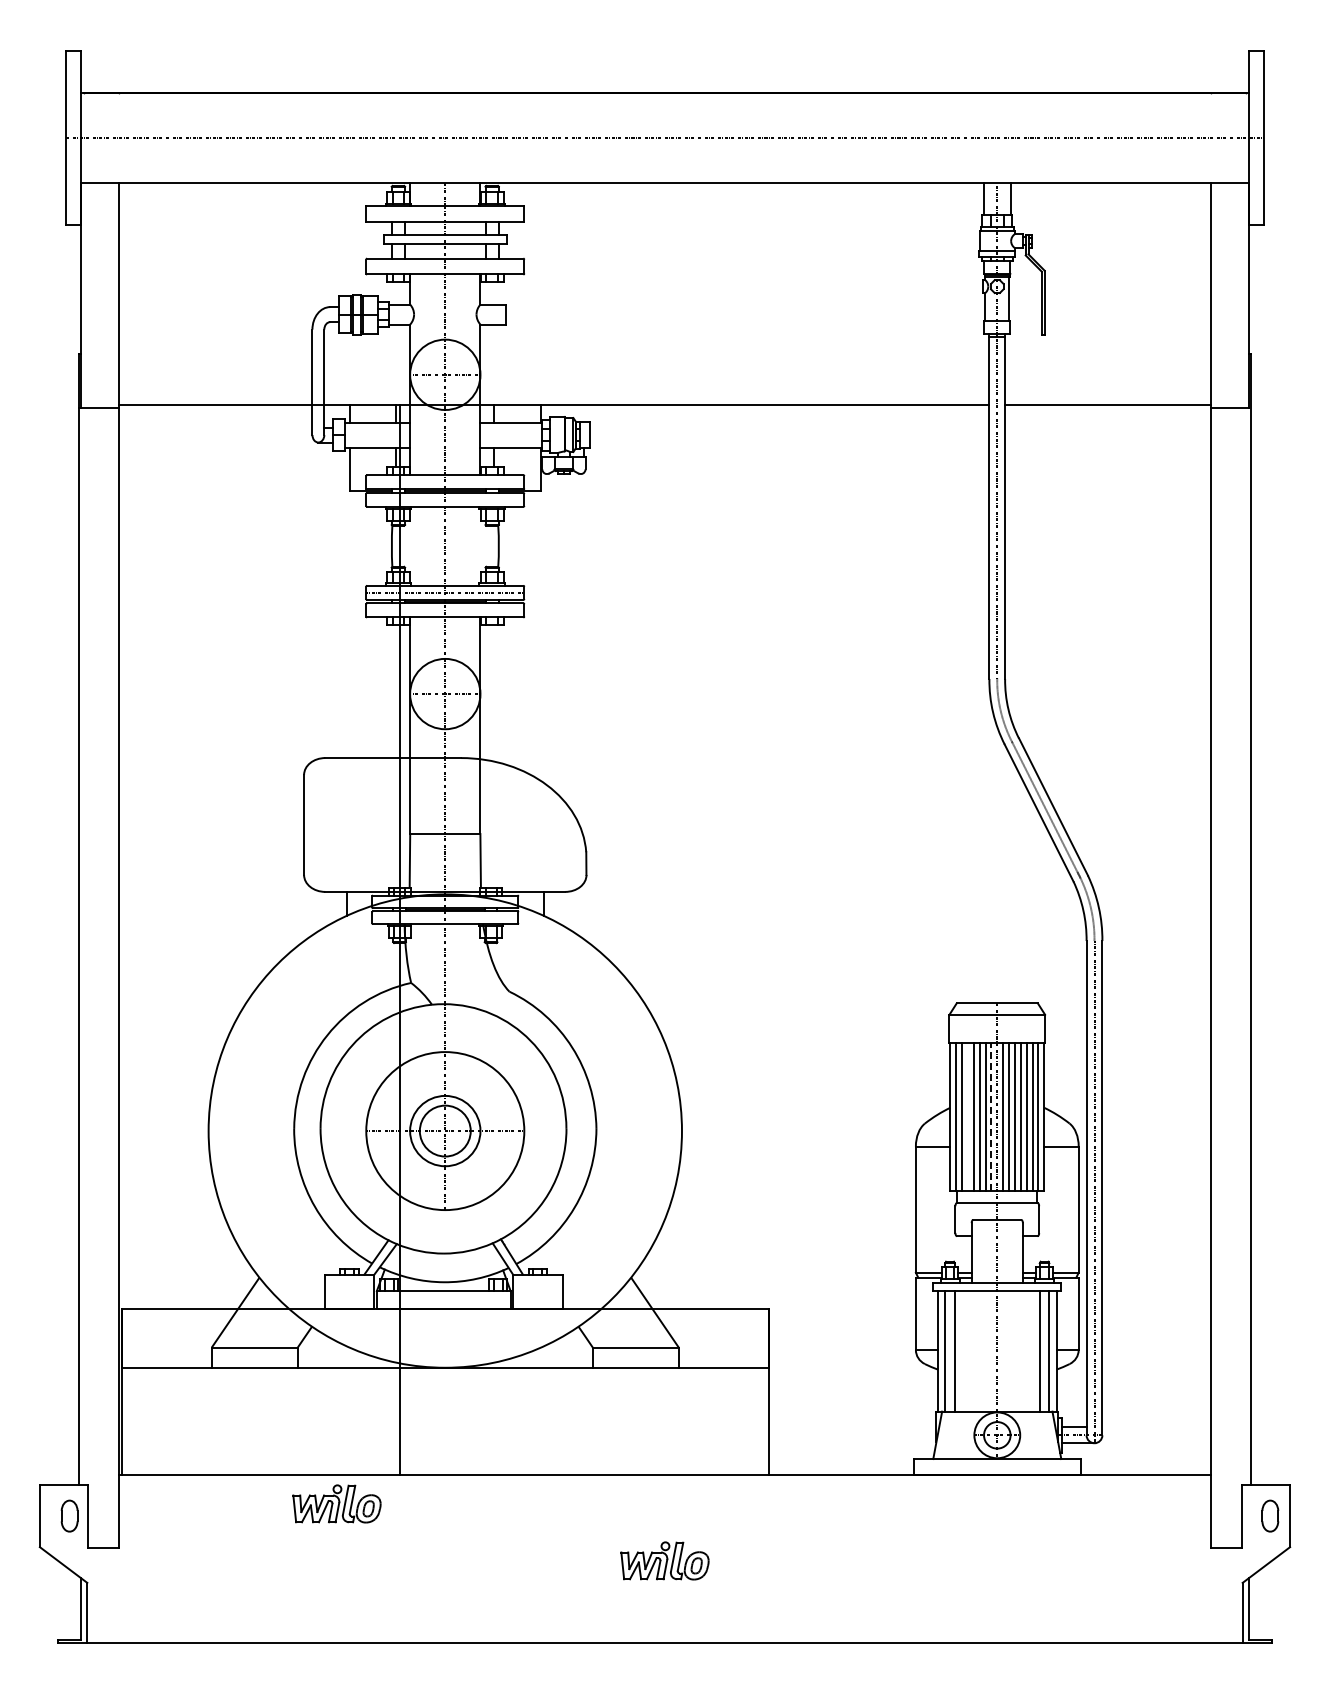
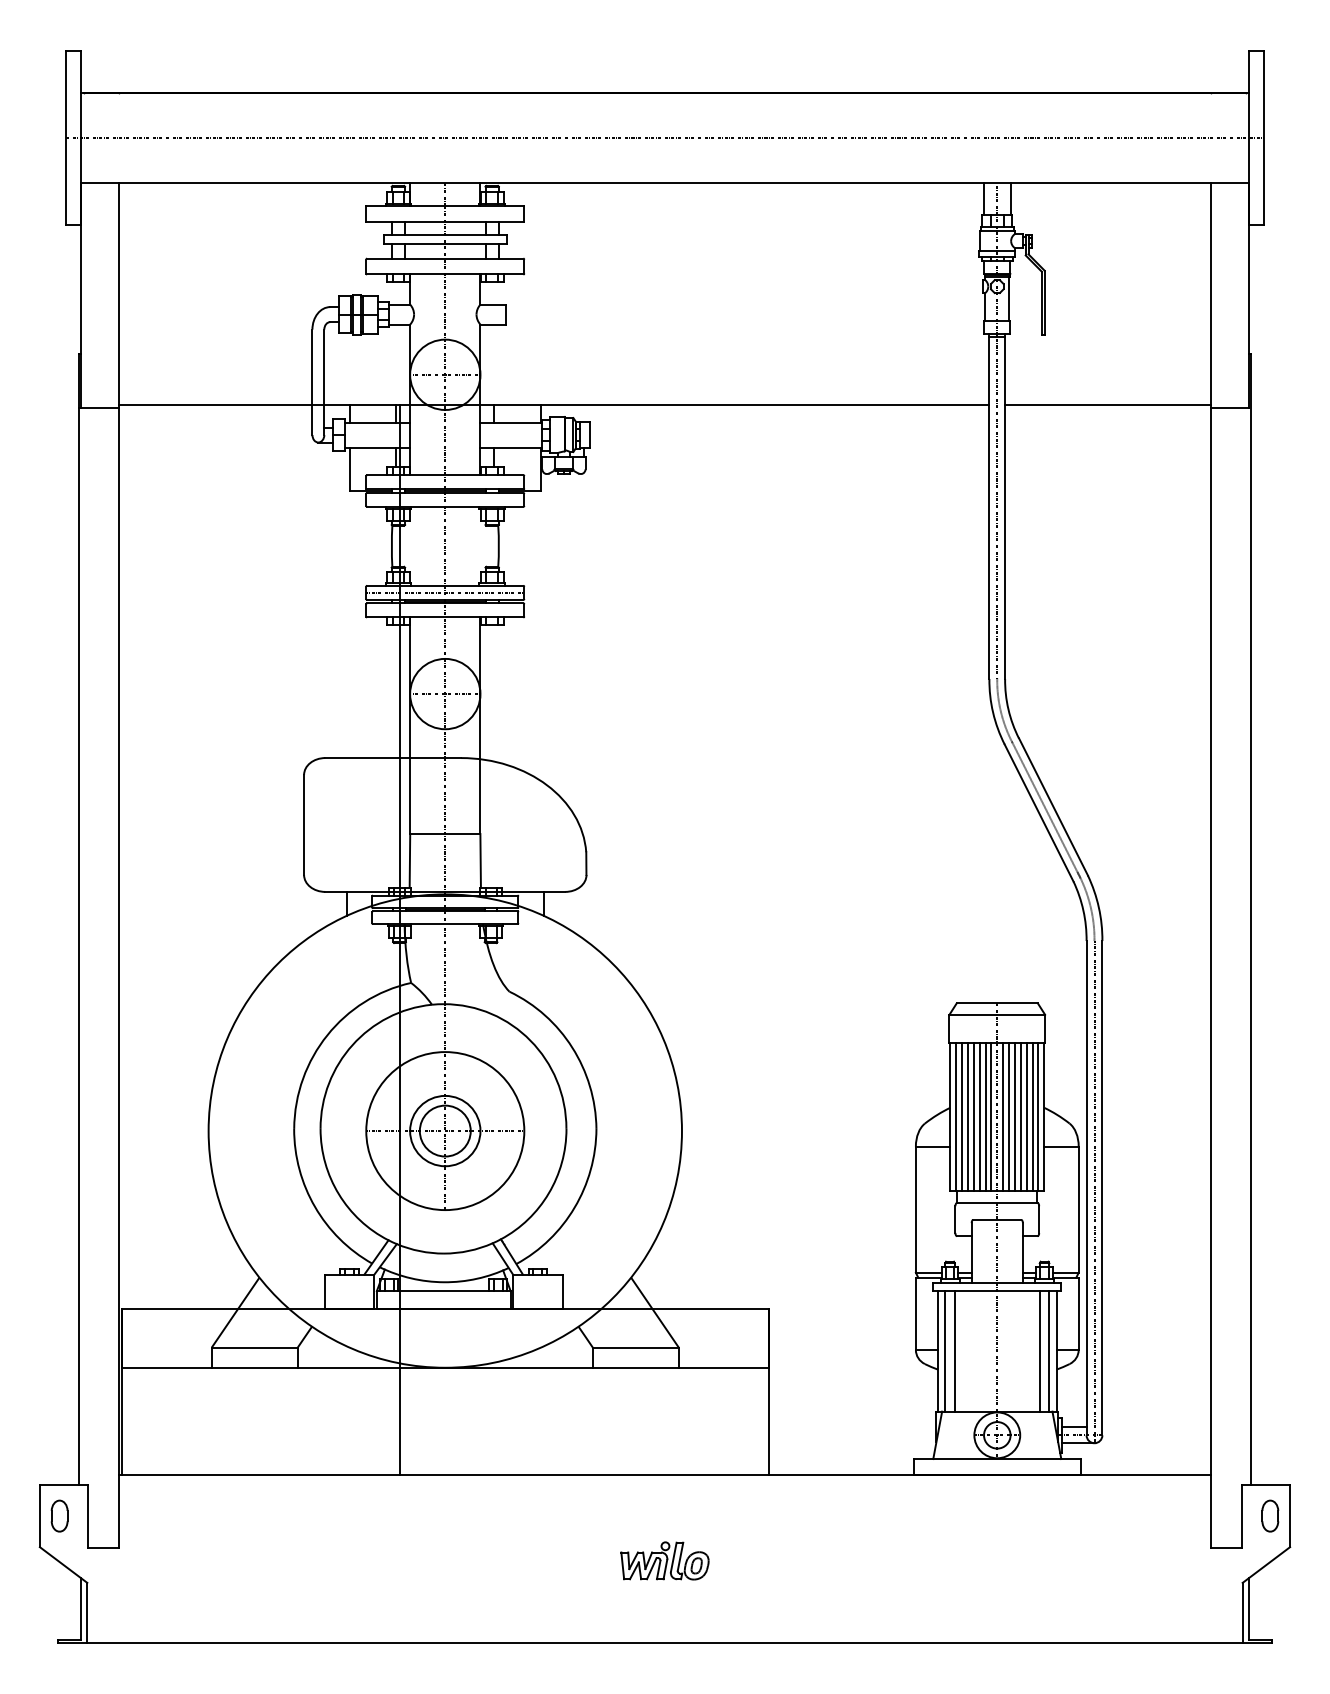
line at (967, 1116): none -> present
line at (991, 1116): dashed -> solid
part at (336, 1503): present -> none
part at (69, 1515) position: (69, 1515) -> (59, 1515)
